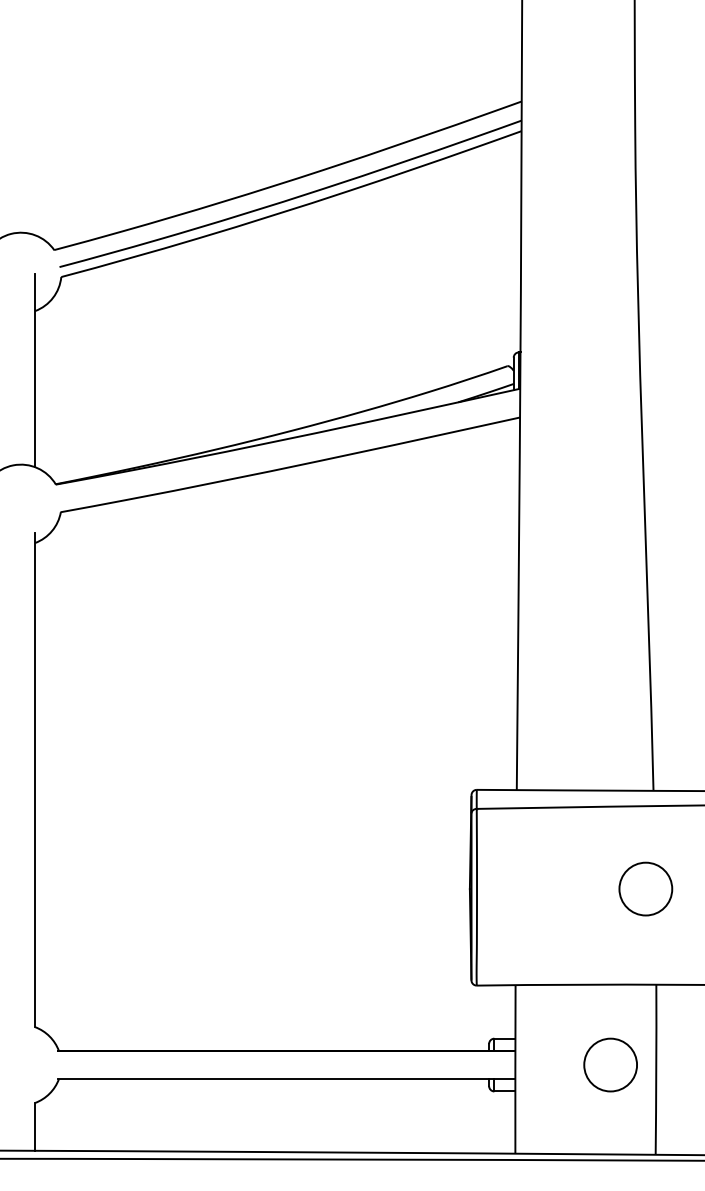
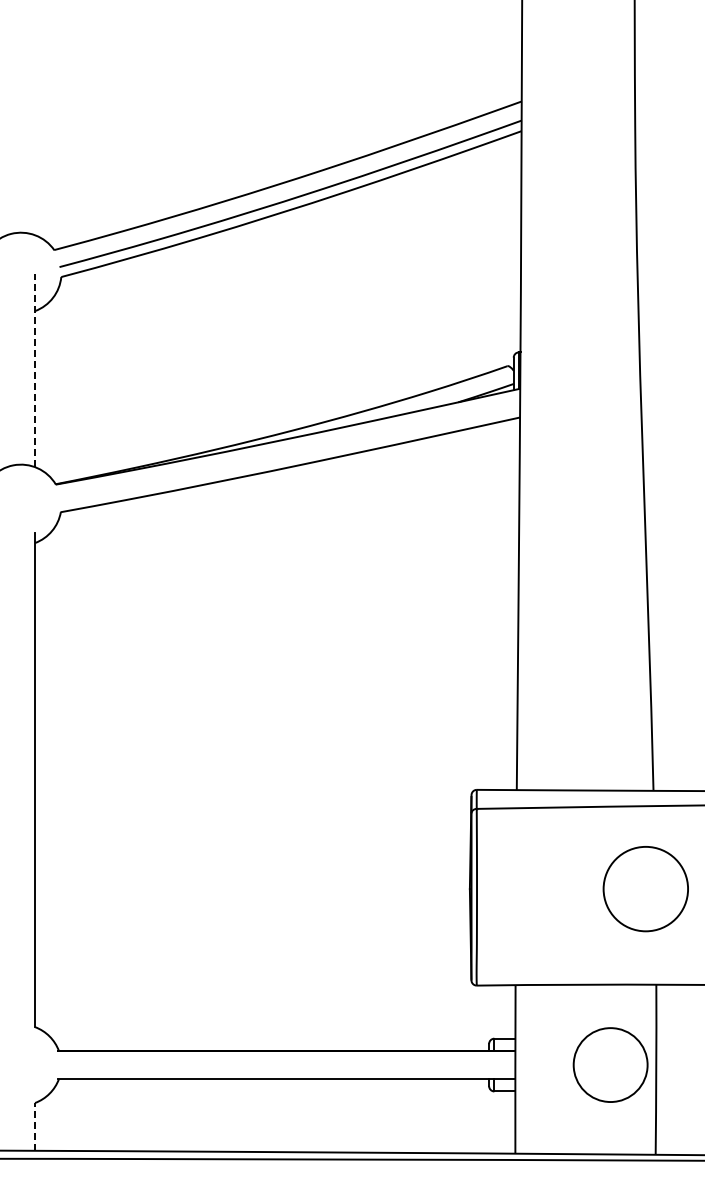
line at (35, 370): solid -> dashed
circle at (645, 888) diameter: 53 px -> 84 px
circle at (610, 1064) diameter: 53 px -> 74 px
line at (35, 1126): solid -> dashed
